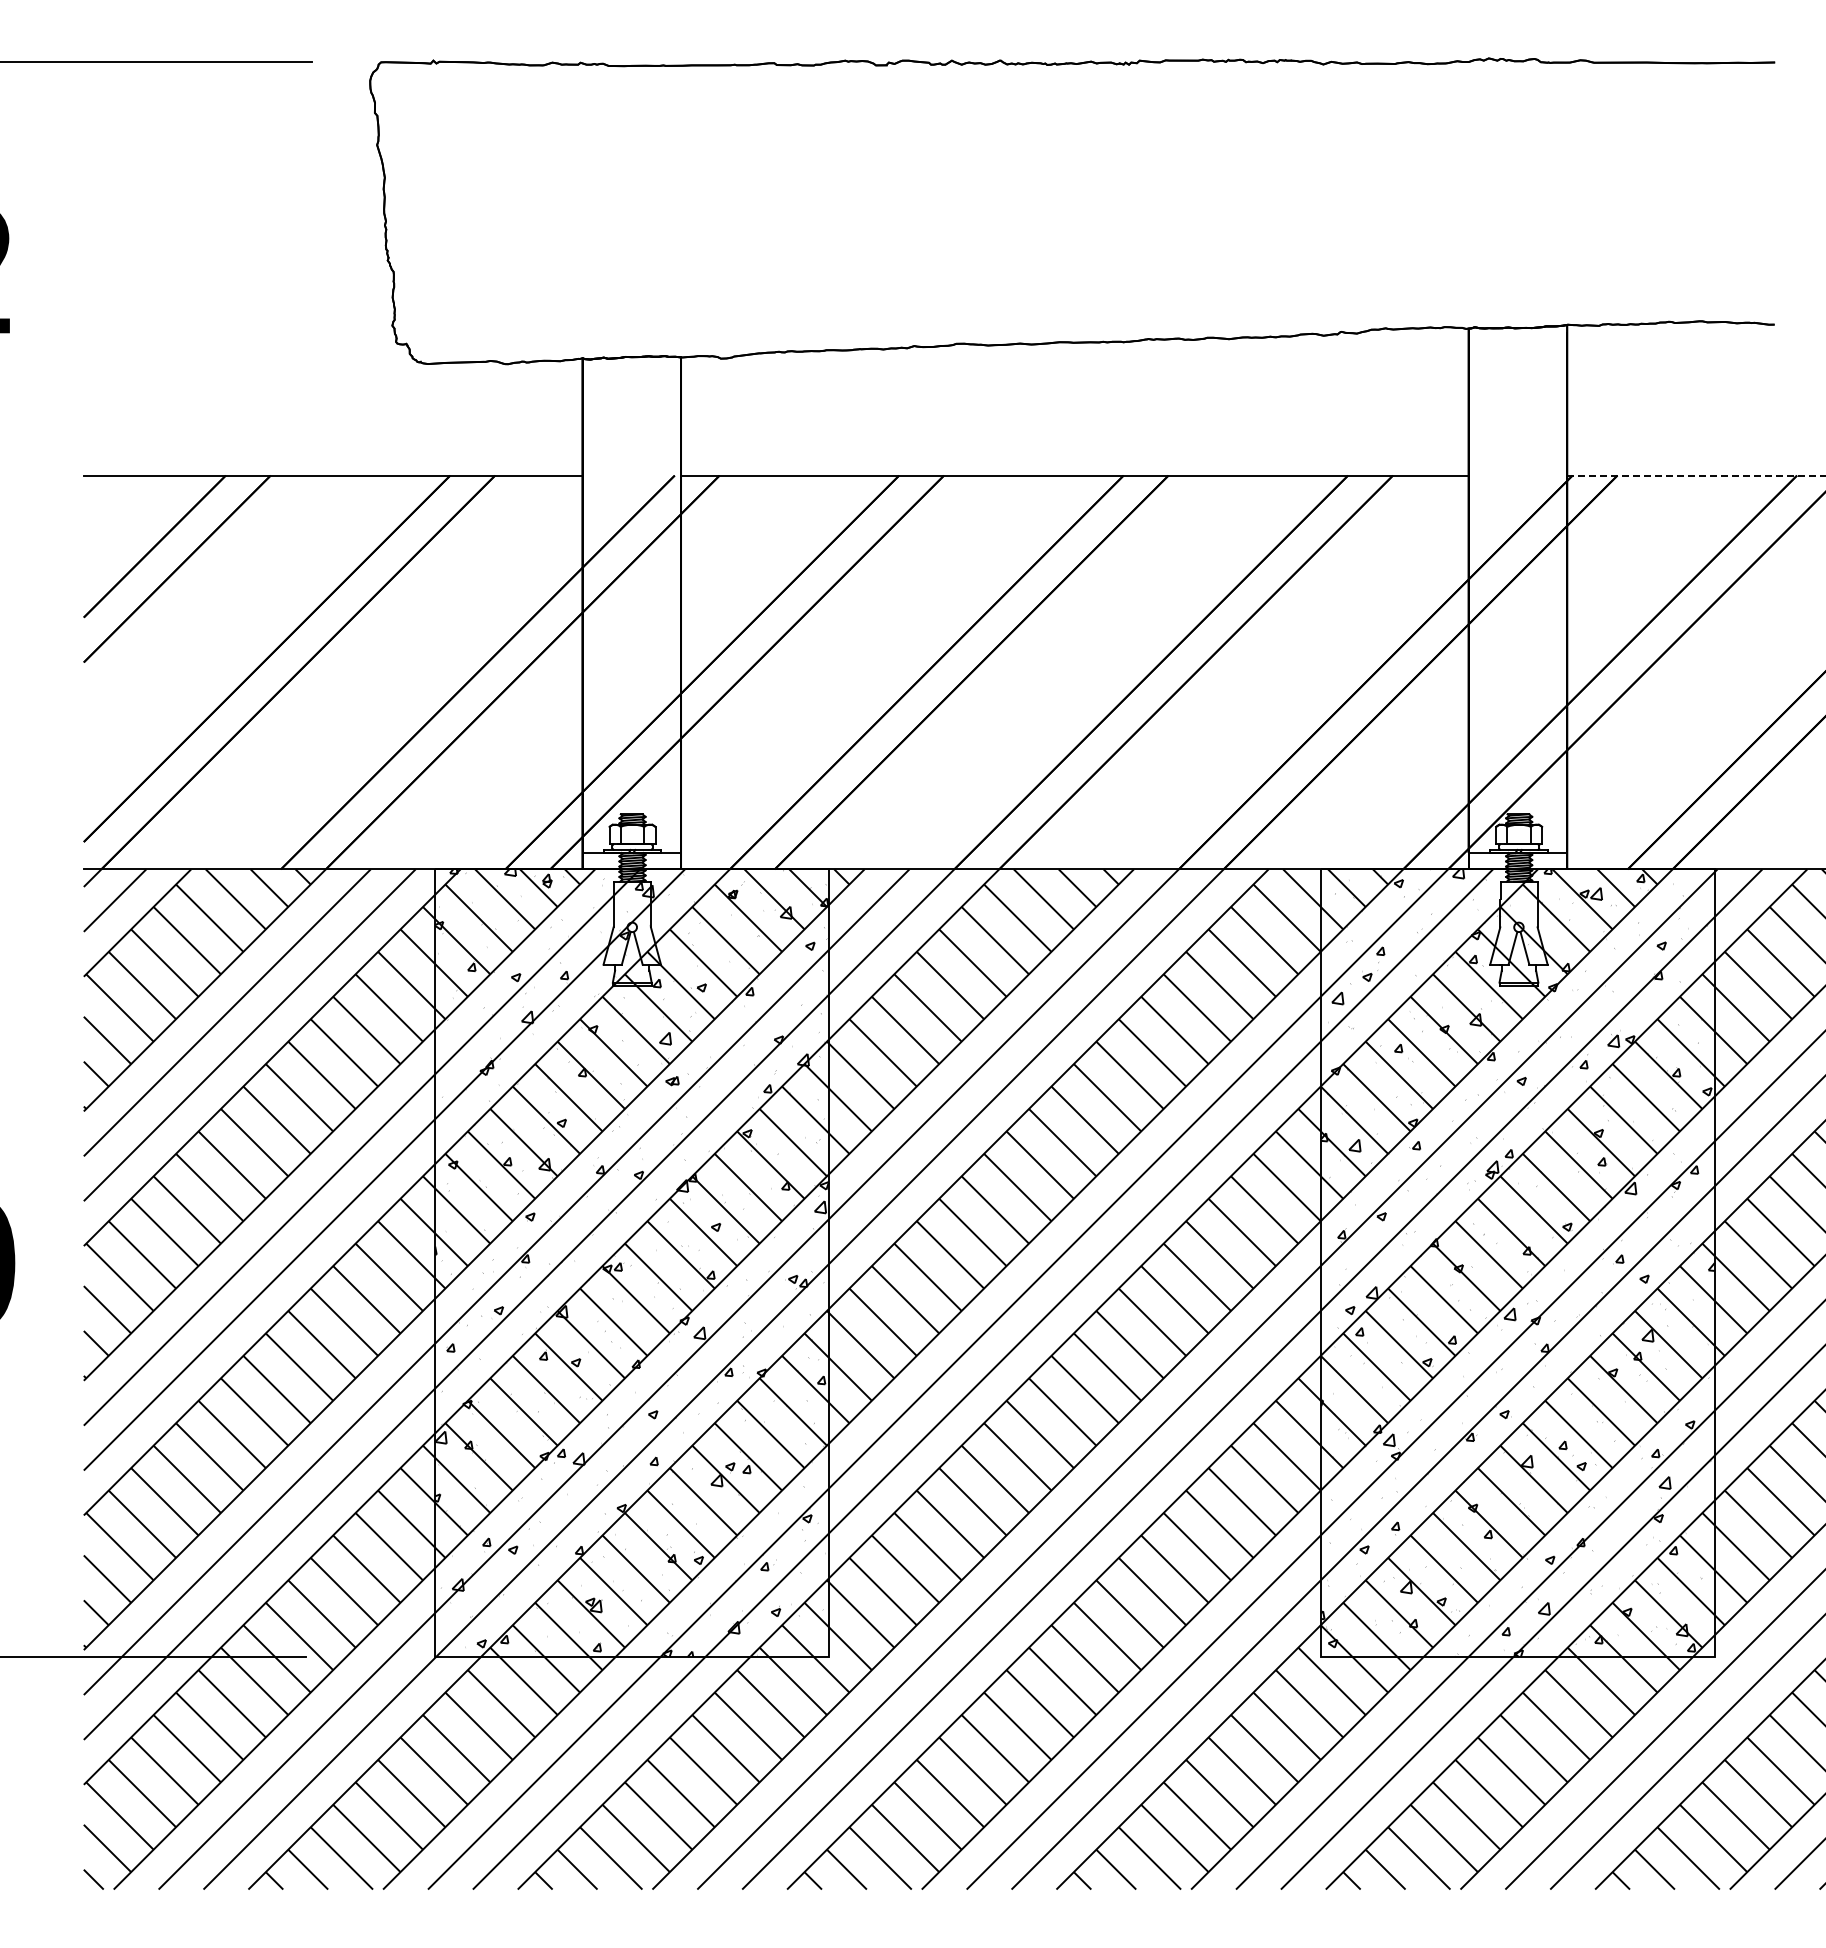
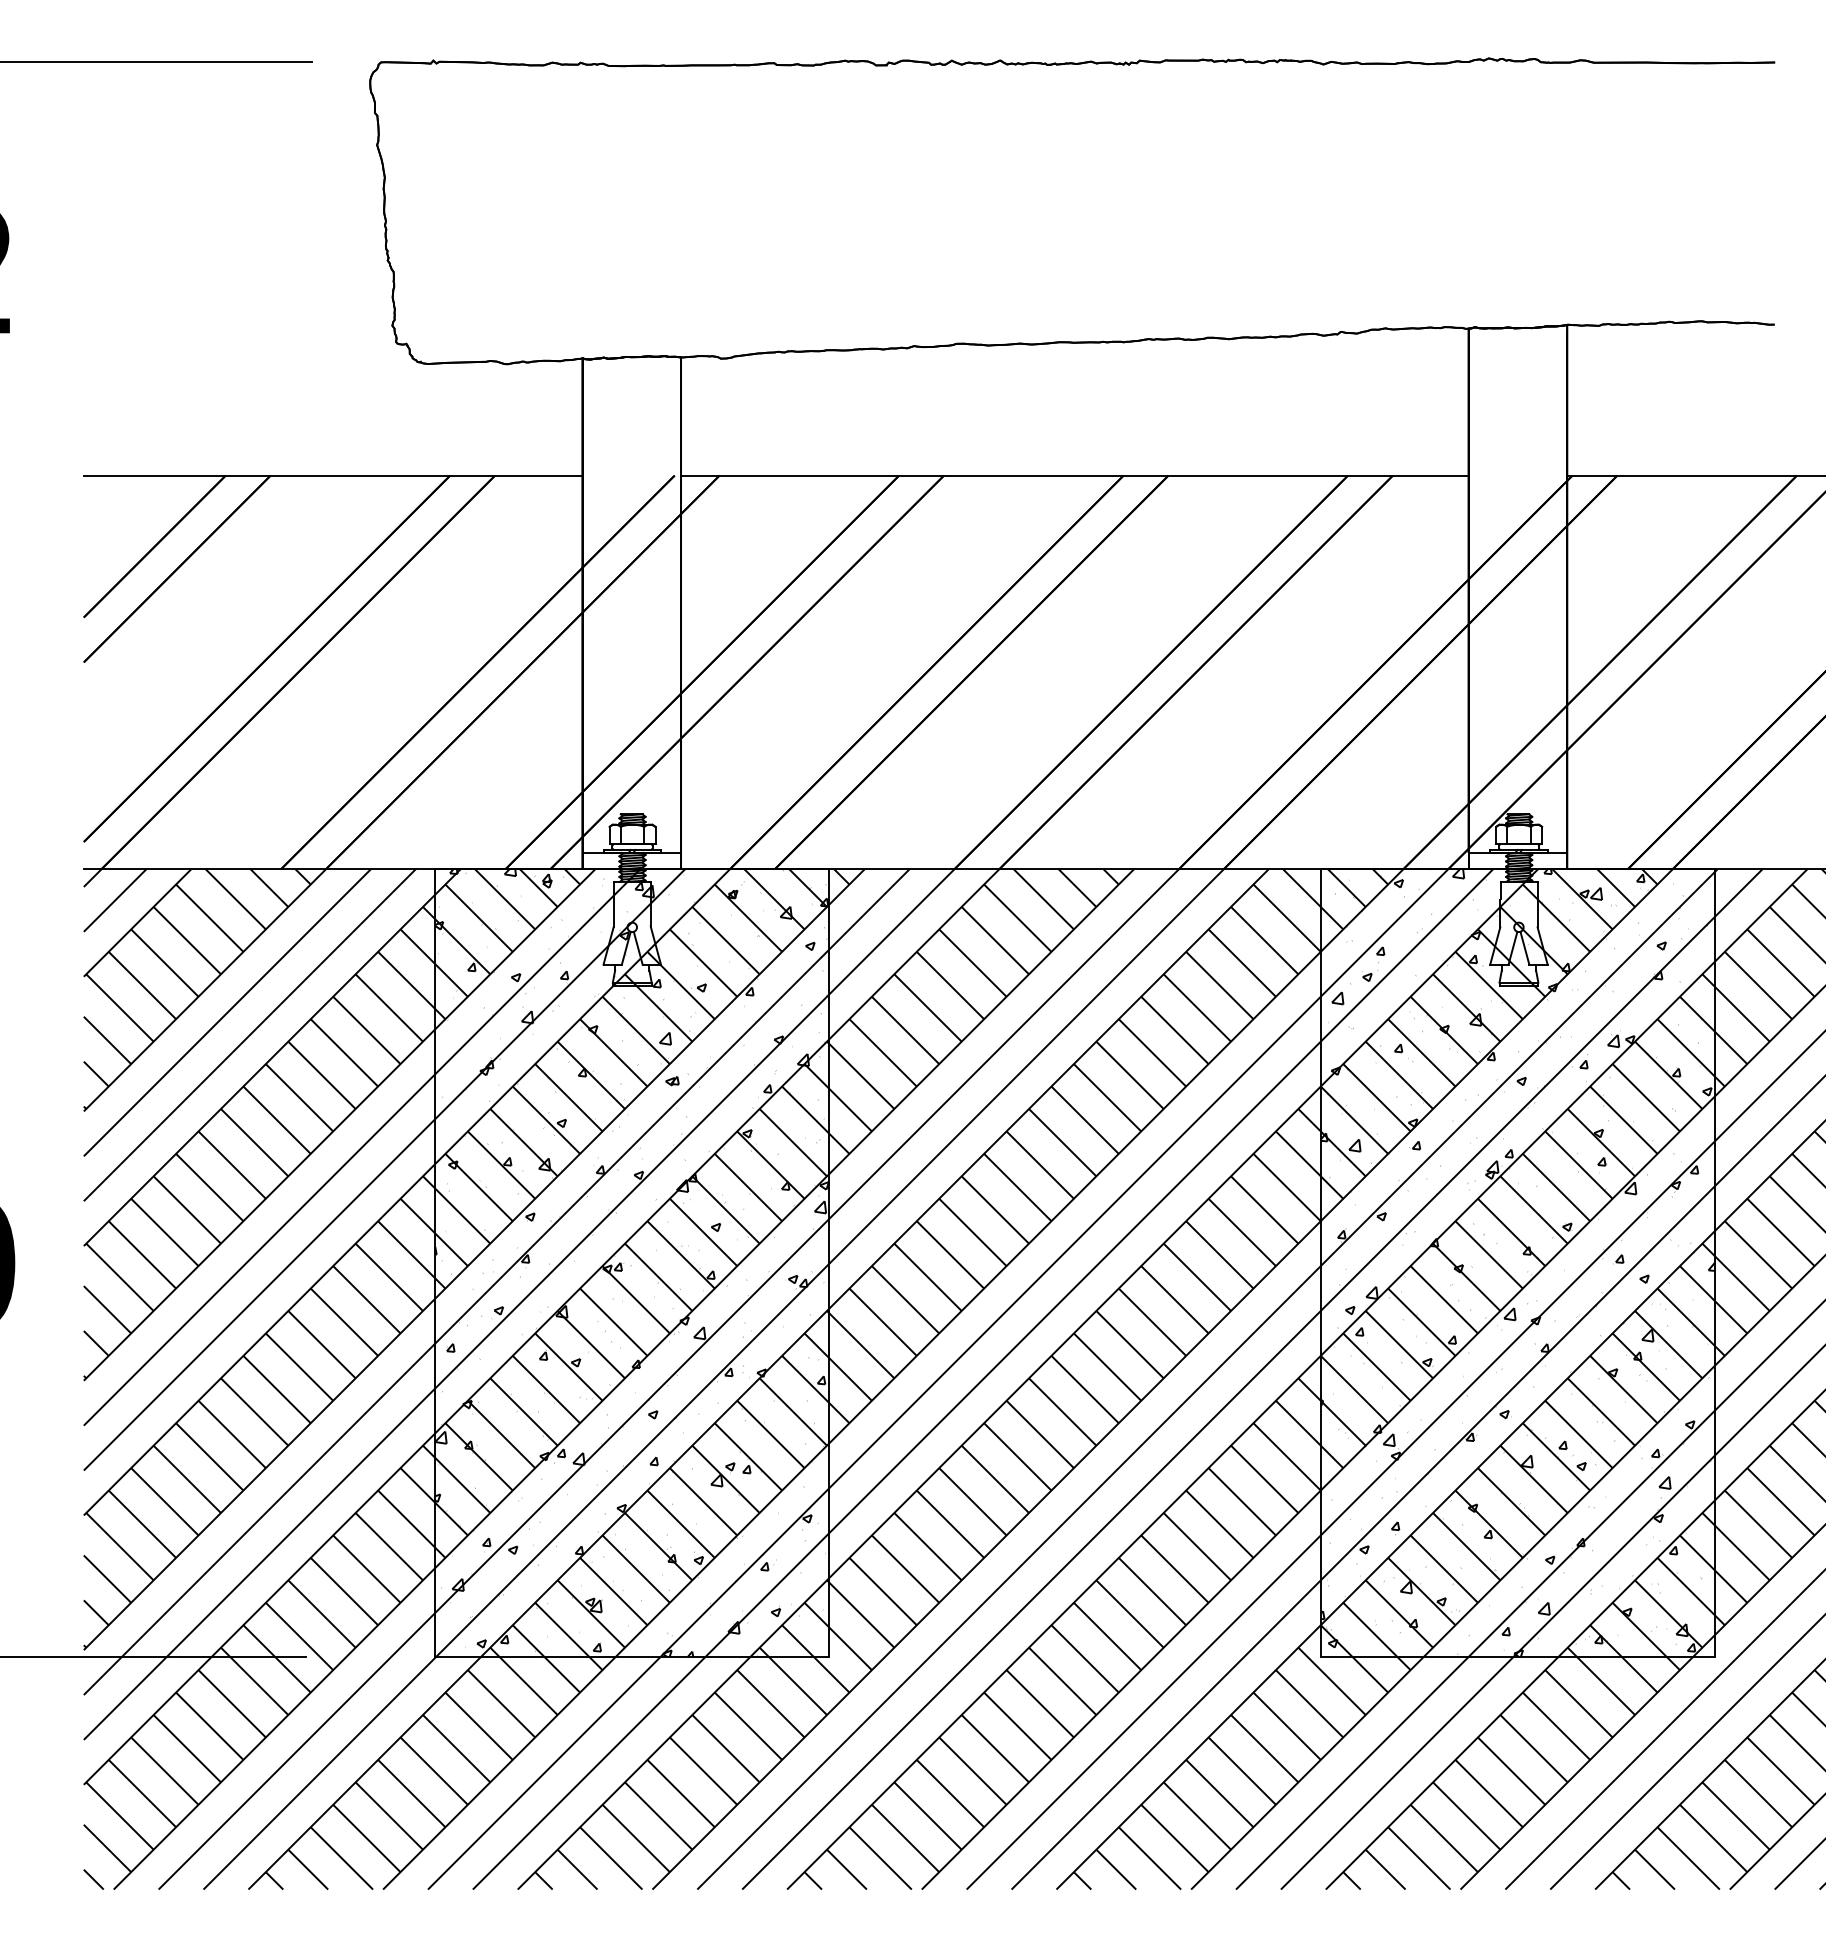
line at (1696, 475): dashed -> solid
